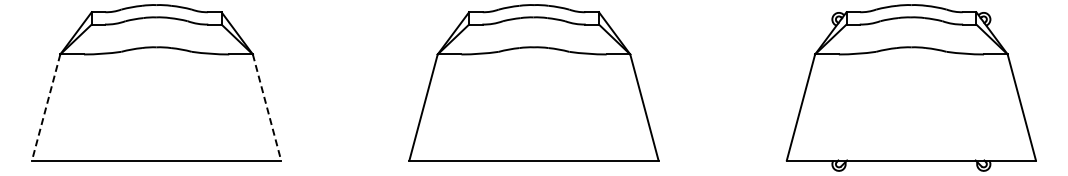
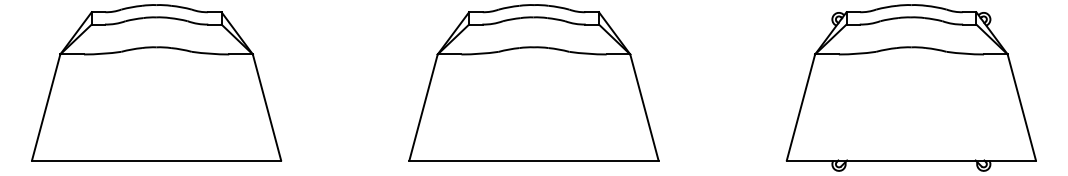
line at (46, 107): dashed -> solid
line at (267, 107): dashed -> solid
